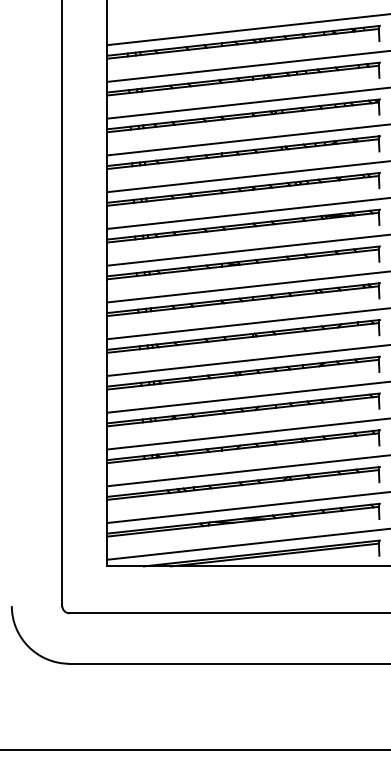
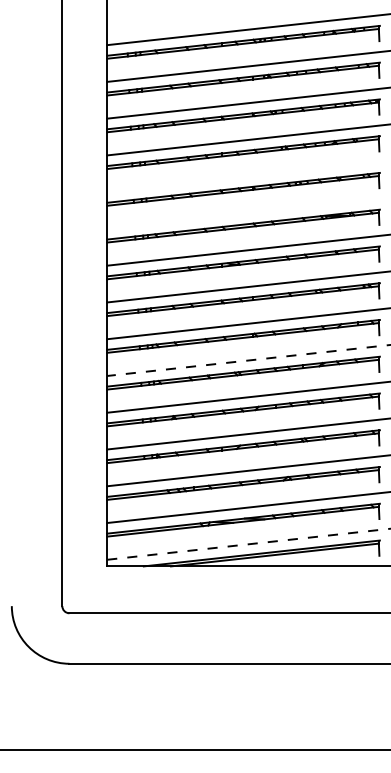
line at (247, 176): present -> none
line at (247, 213): present -> none
line at (248, 360): solid -> dashed
line at (249, 544): solid -> dashed
